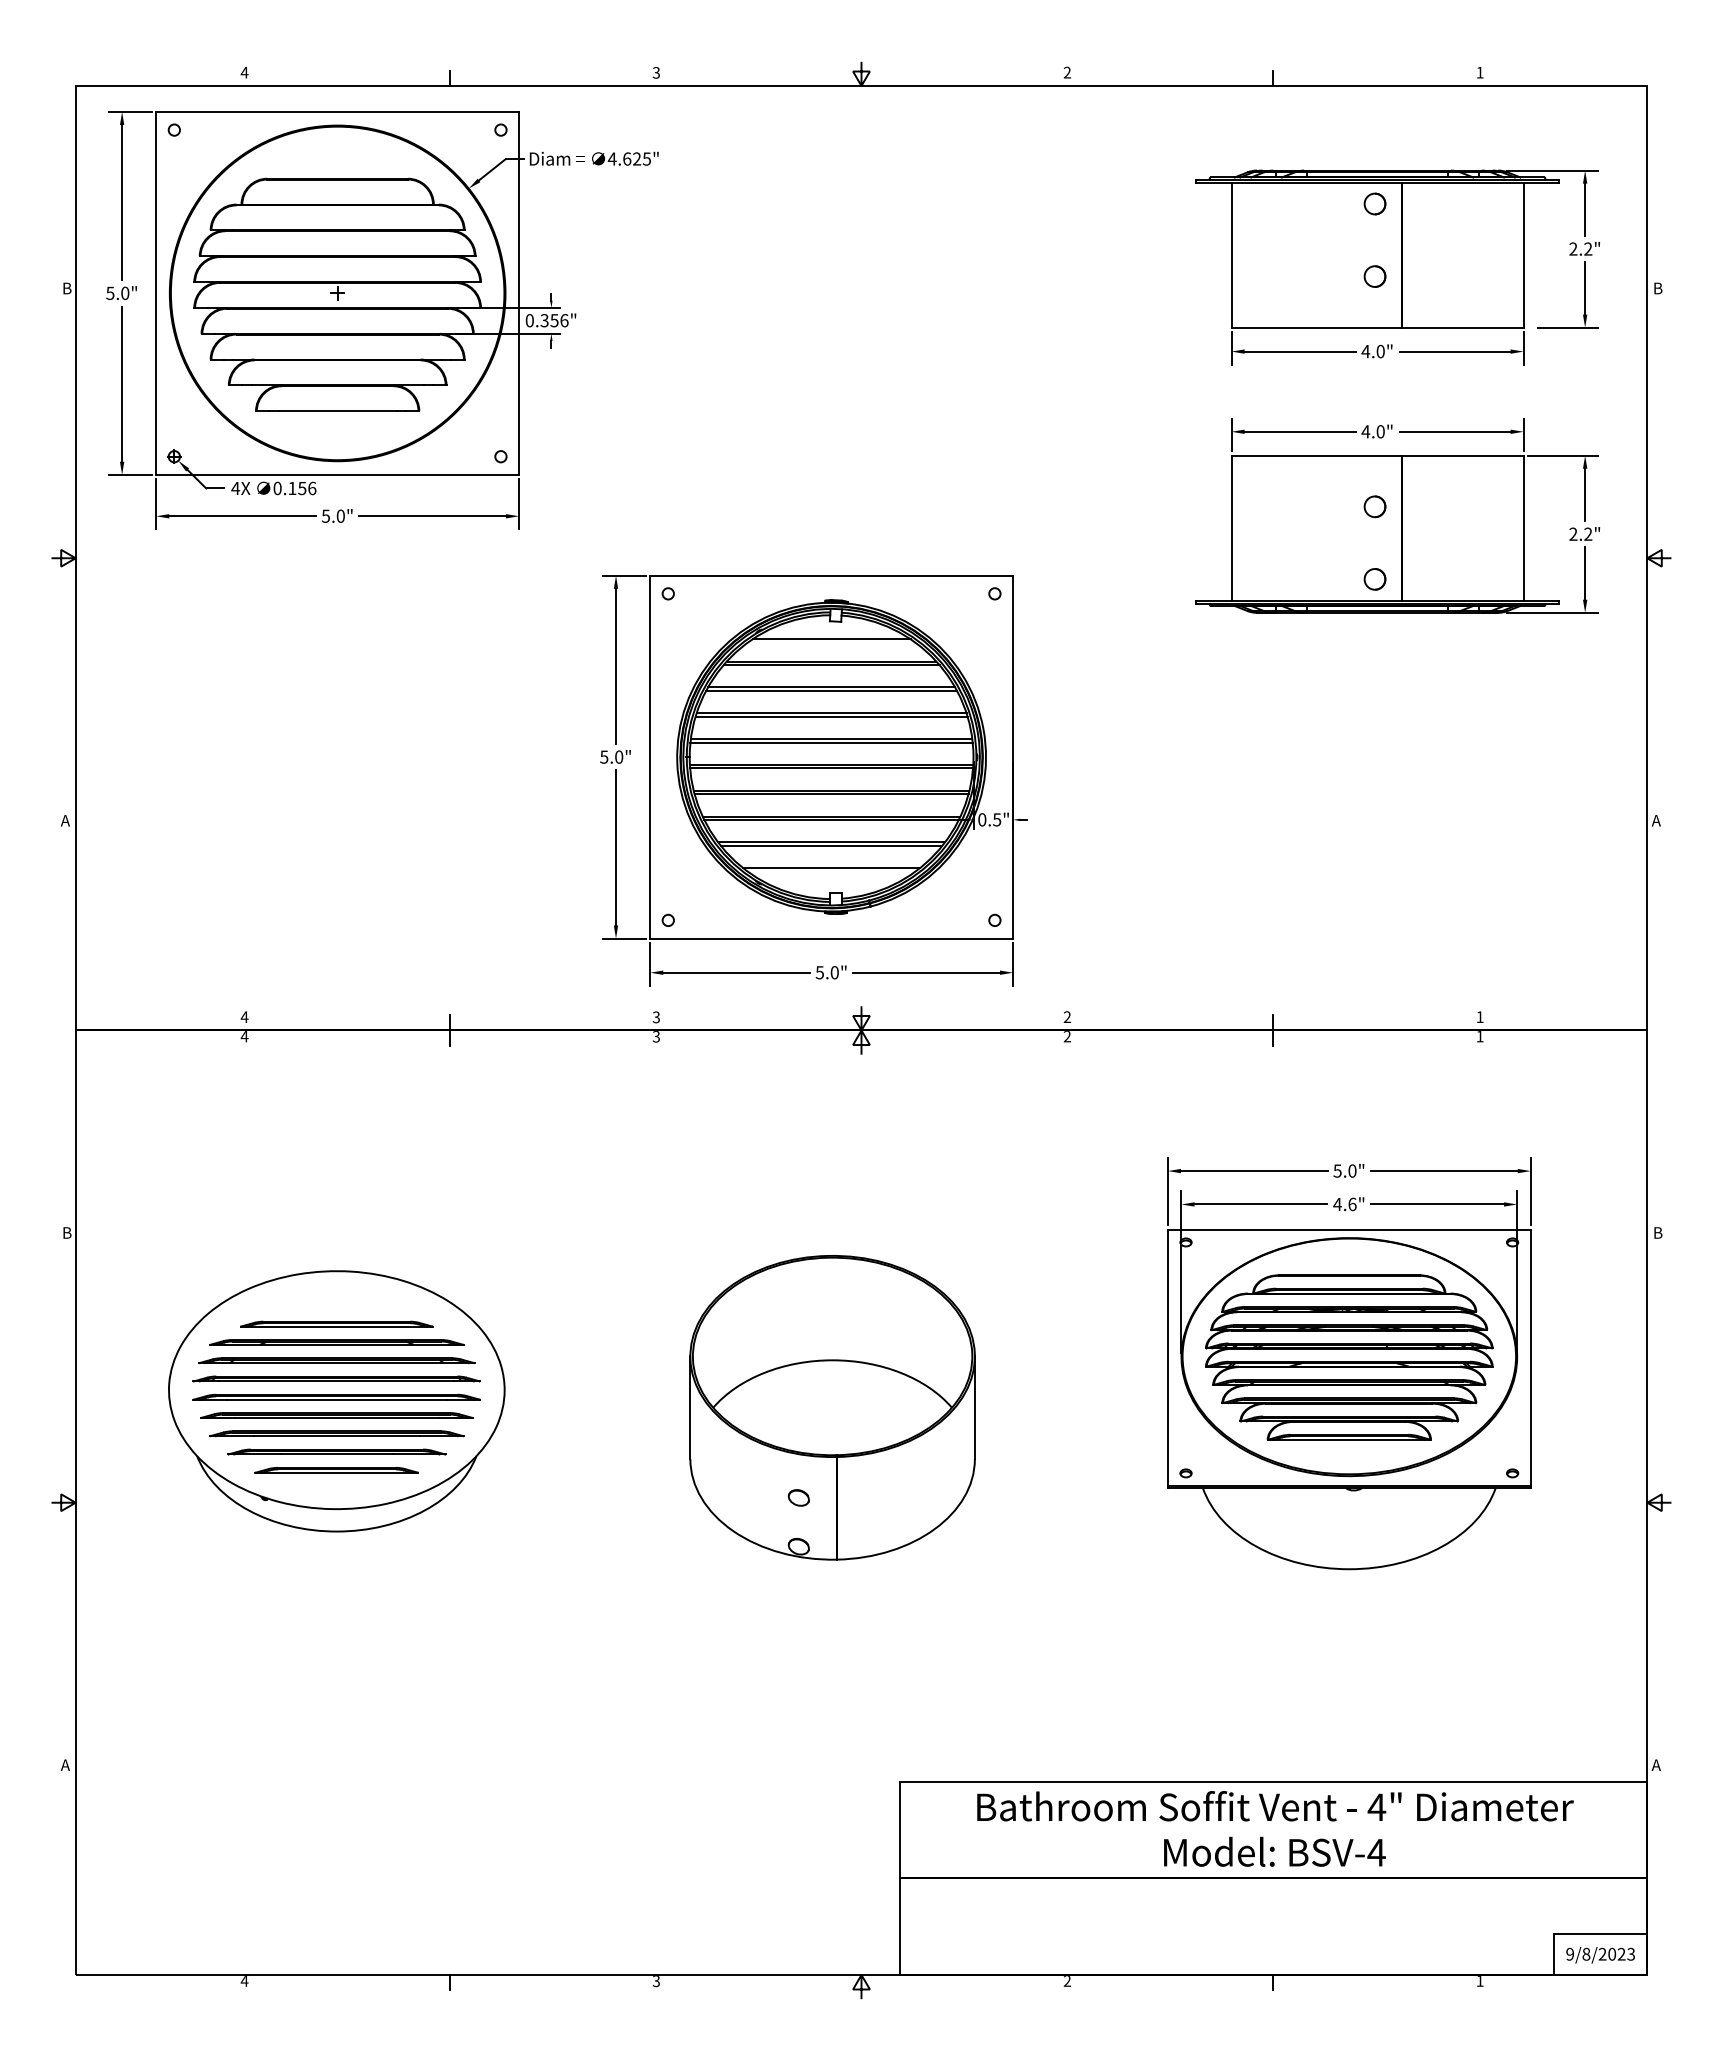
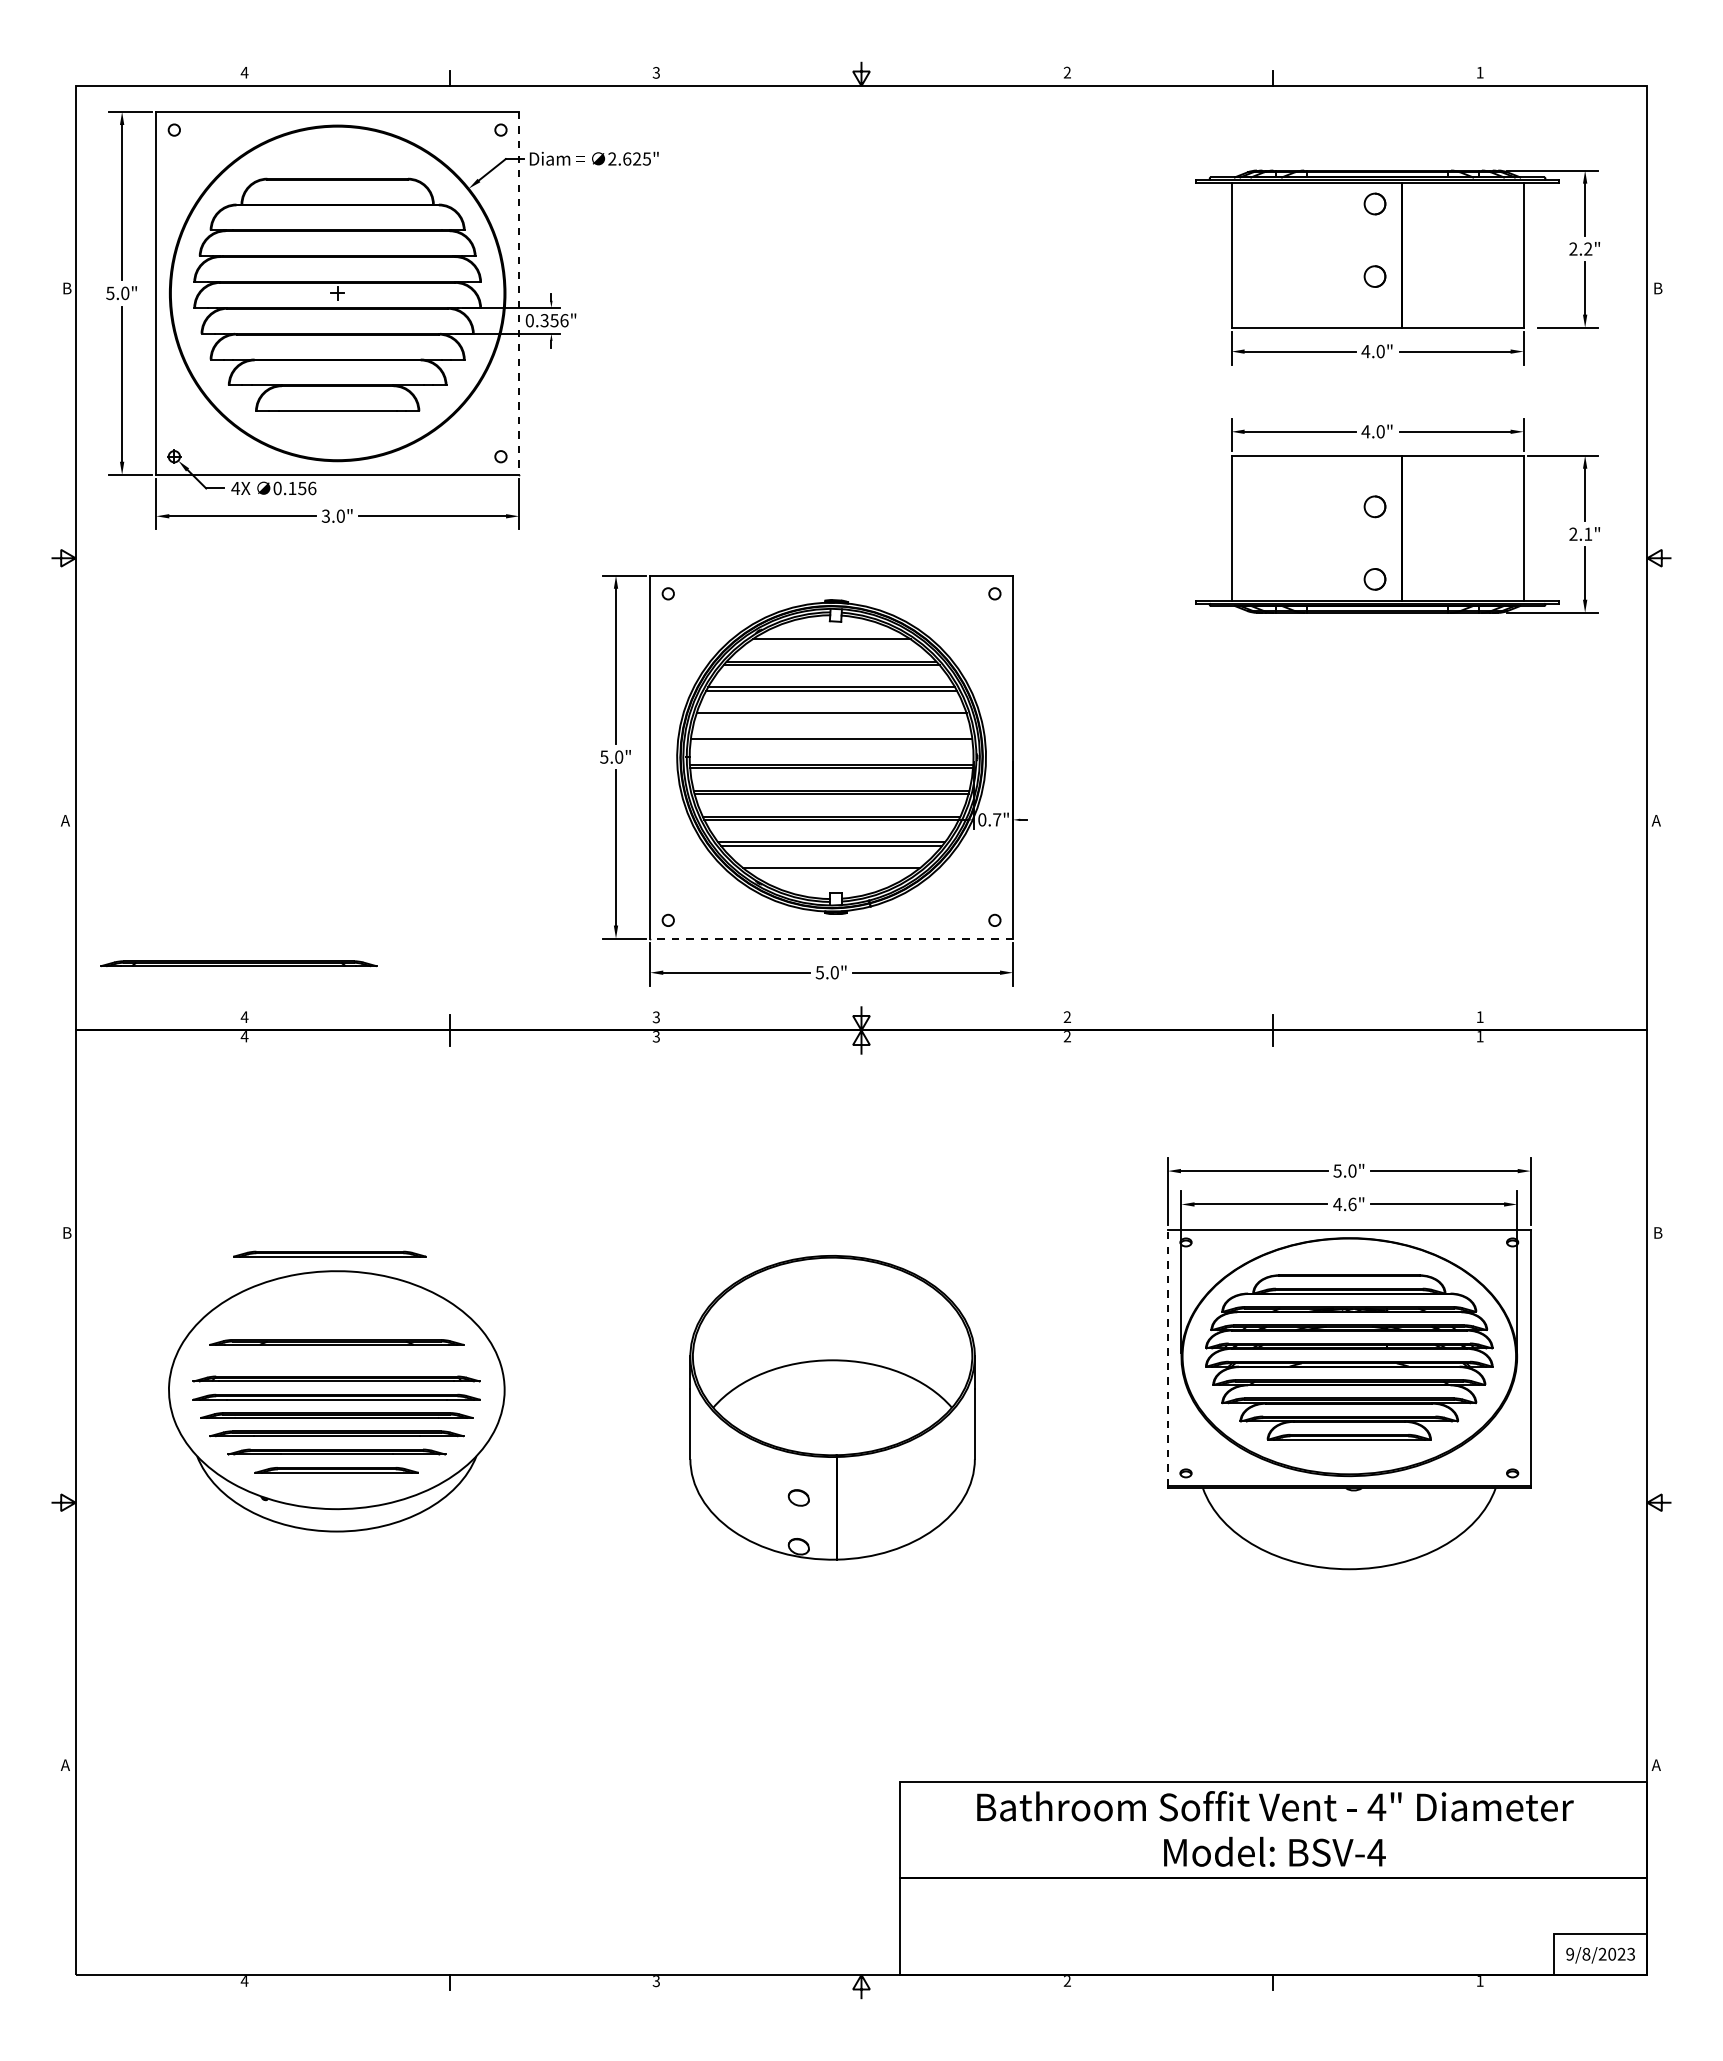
text at (611, 158): 4.625" -> 2.625"
line at (519, 293): solid -> dashed
text at (325, 515): 5.0" -> 3.0"
text at (1588, 533): 2.2" -> 2.1"
line at (831, 716): present -> none
line at (831, 742): present -> none
text at (997, 819): 0.5" -> 0.7"
line at (831, 938): solid -> dashed
part at (336, 1323) position: (336, 1323) -> (329, 1253)
line at (1167, 1357): solid -> dashed
part at (336, 1360) position: (336, 1360) -> (238, 963)
